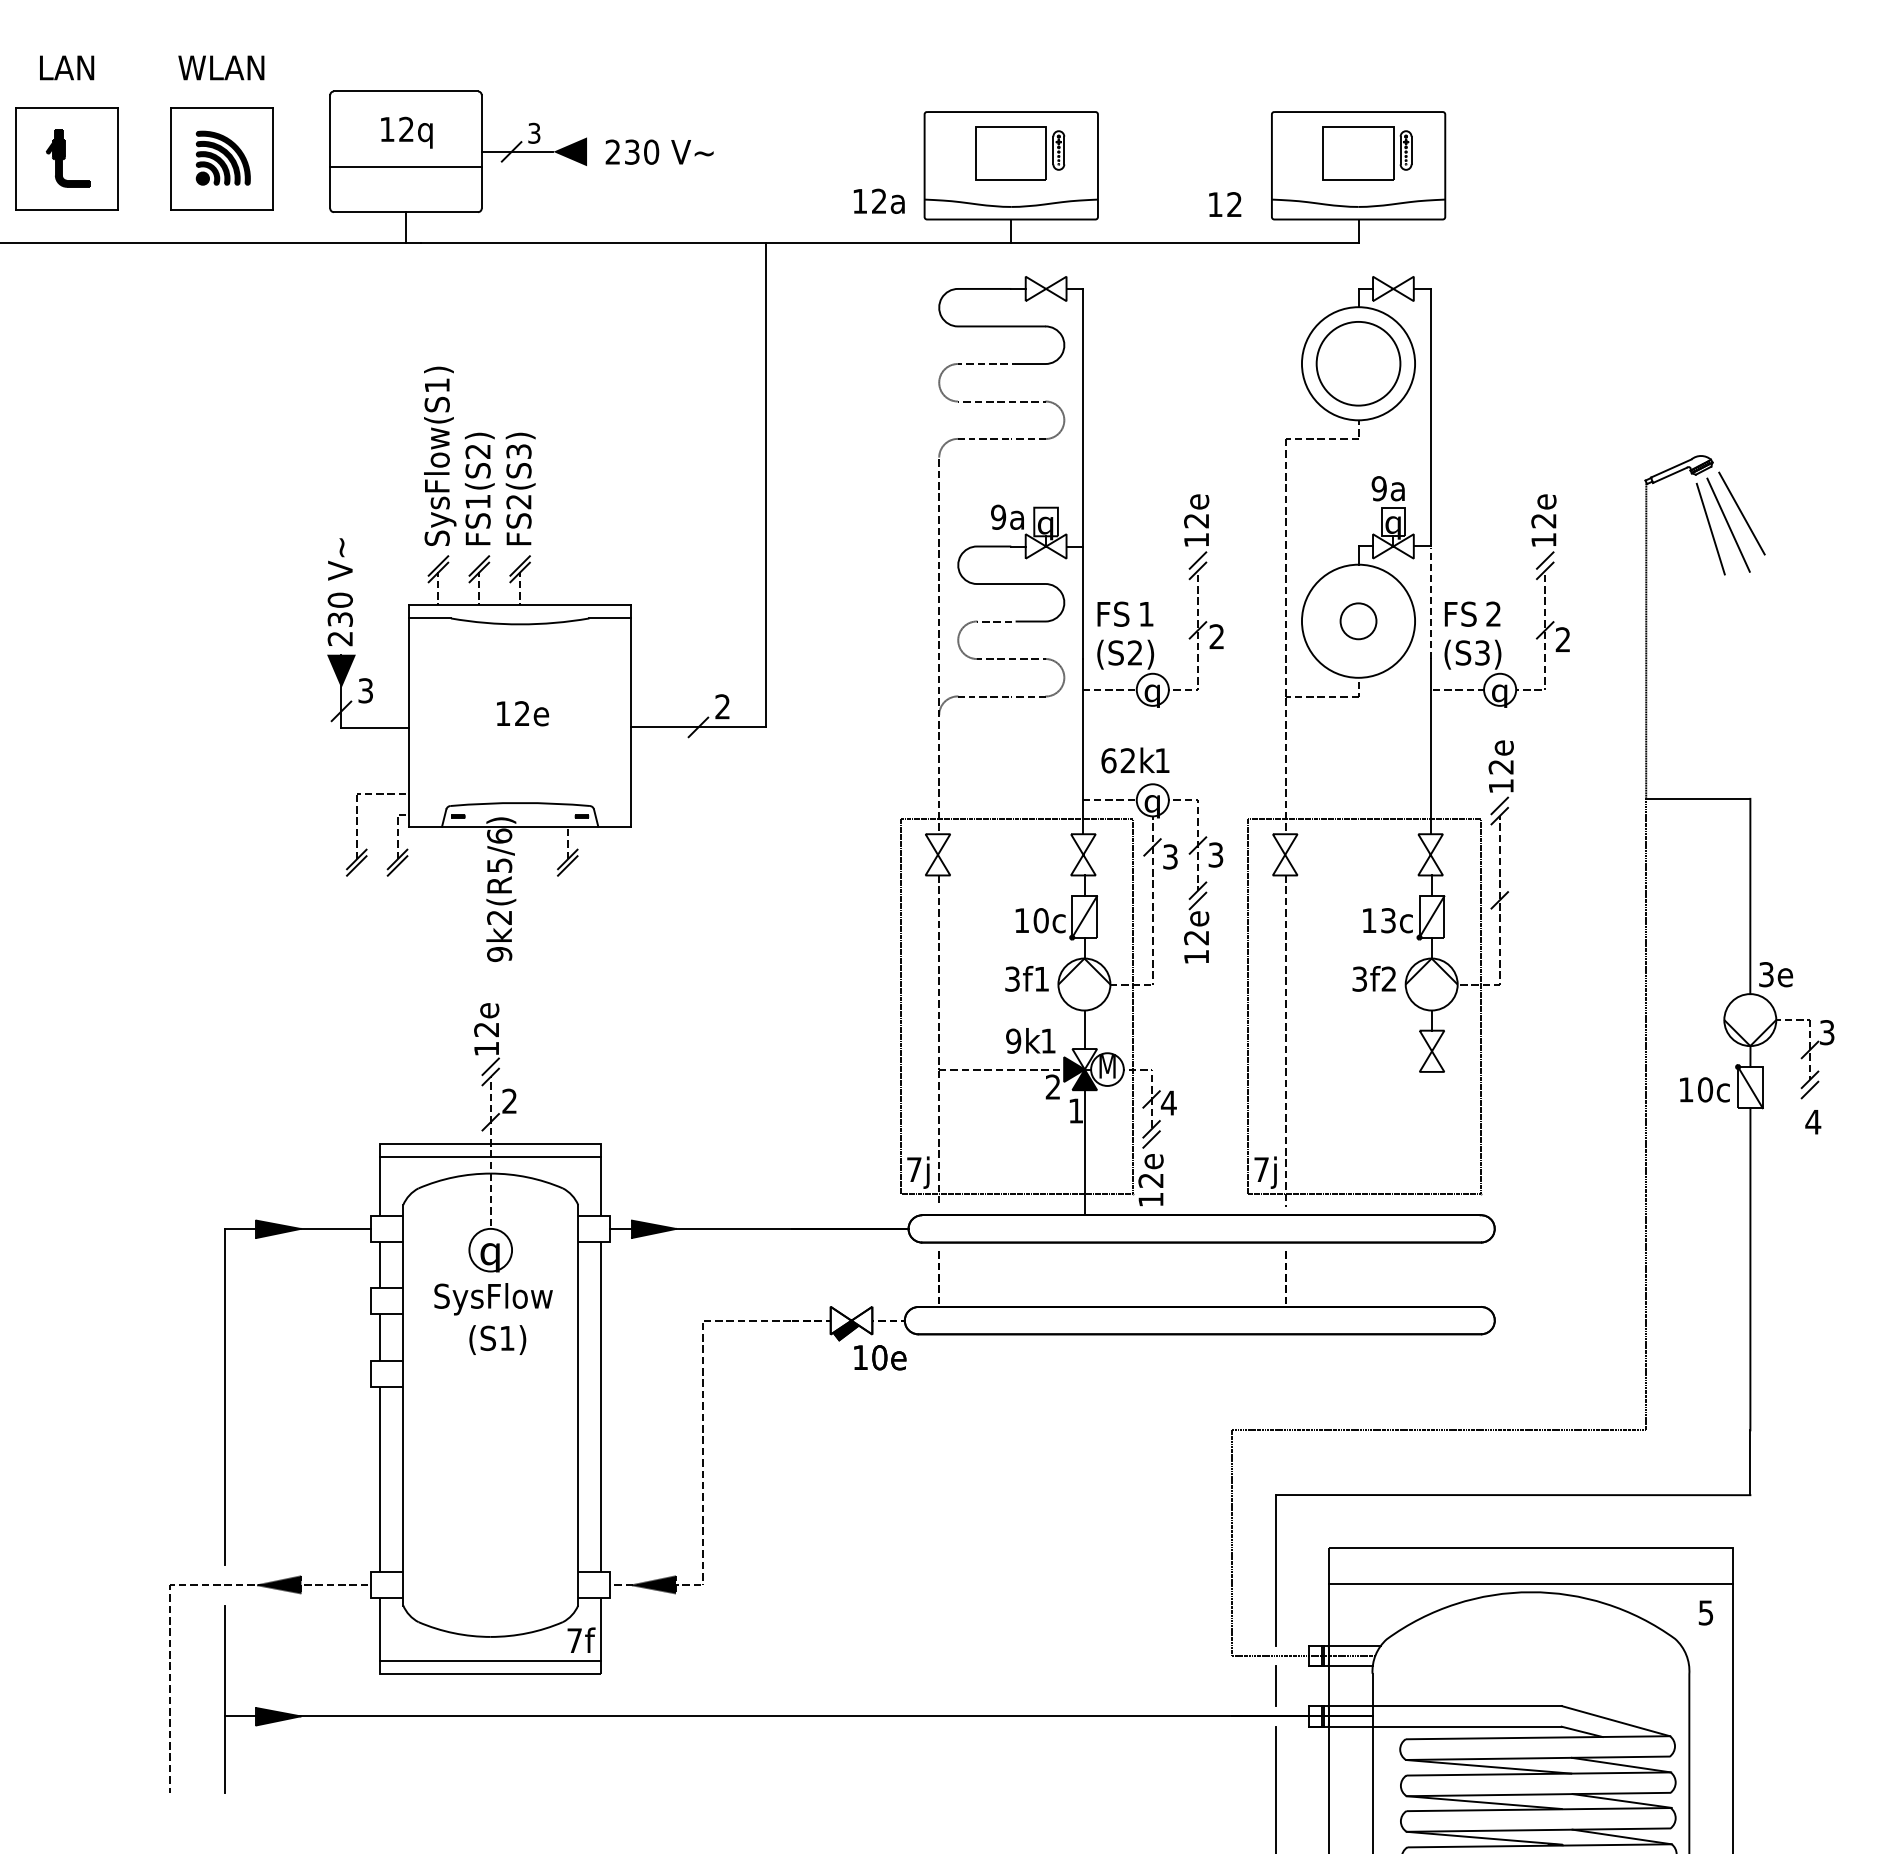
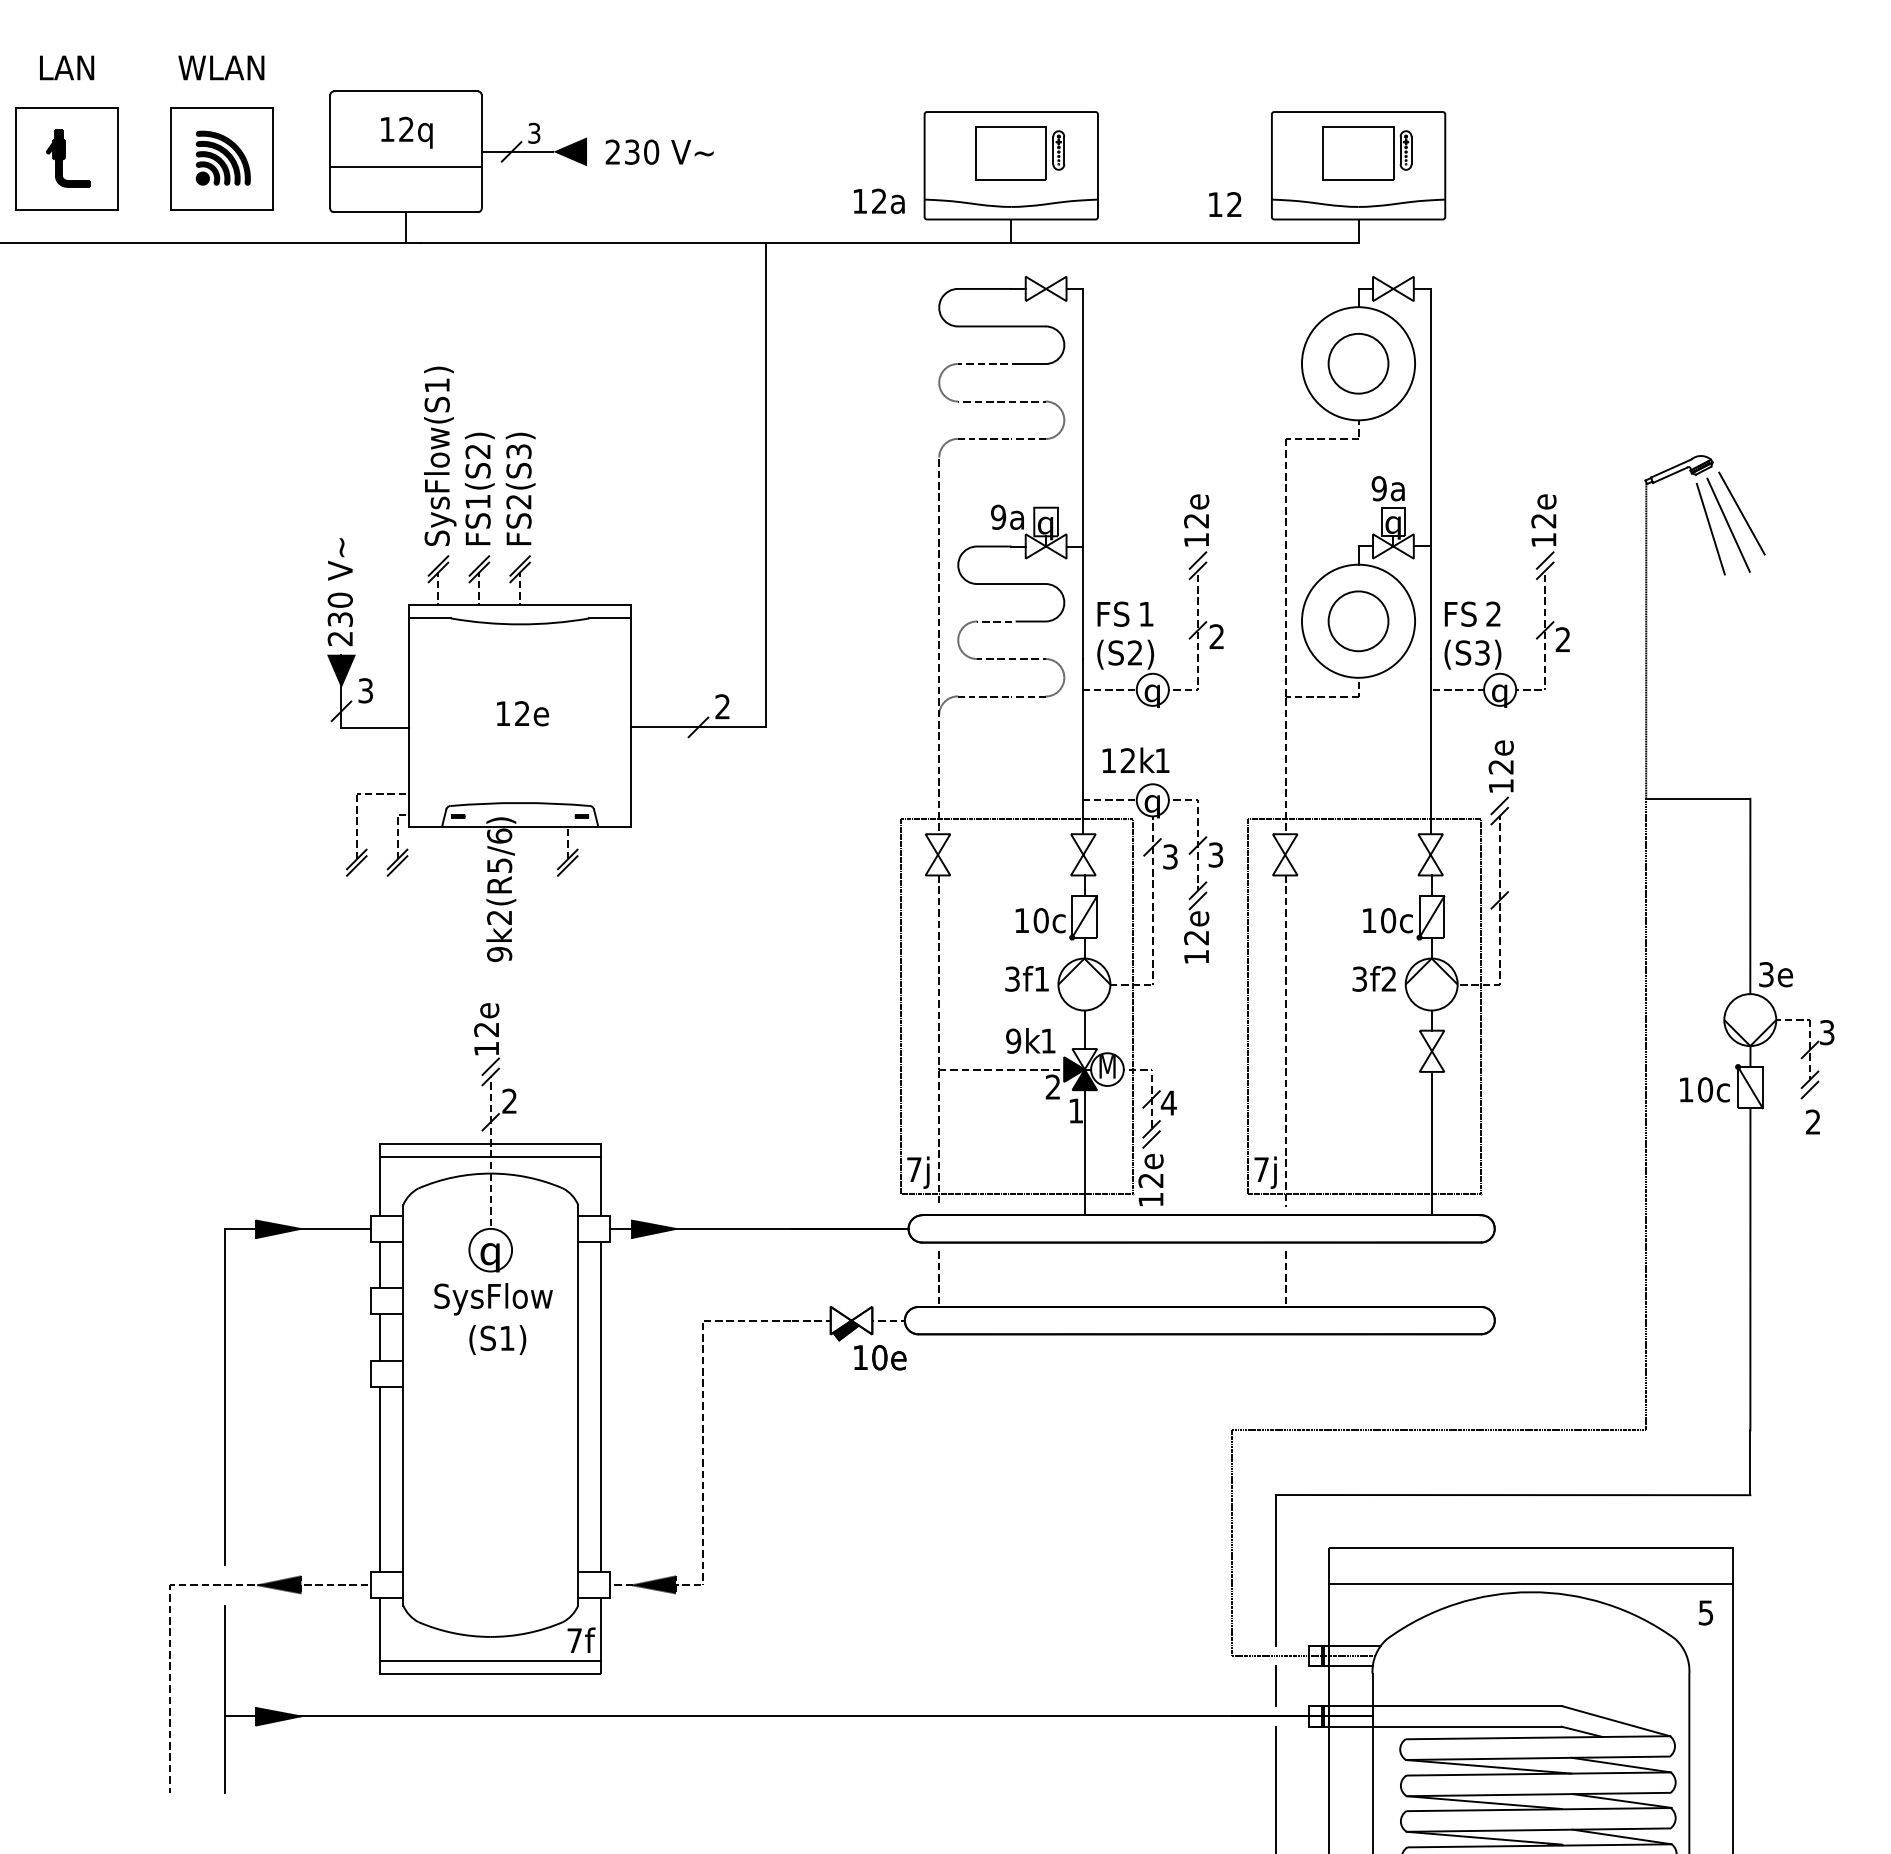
circle at (1358, 363) diameter: 84 px -> 60 px
line at (1430, 603): dashed -> solid
circle at (1358, 621) diameter: 36 px -> 60 px
text at (1108, 760): 62k -> 12k
text at (1388, 920): 13c -> 10c
text at (1813, 1121): 4 -> 2
line at (1432, 1143): none -> present
